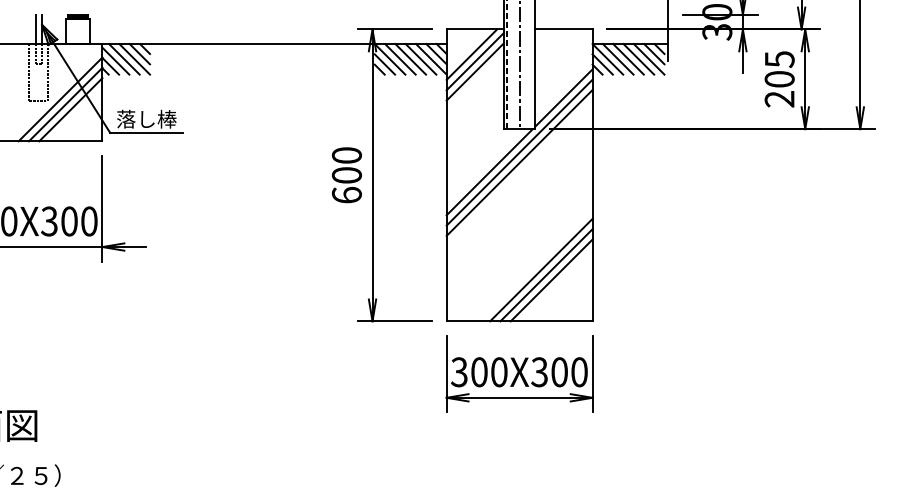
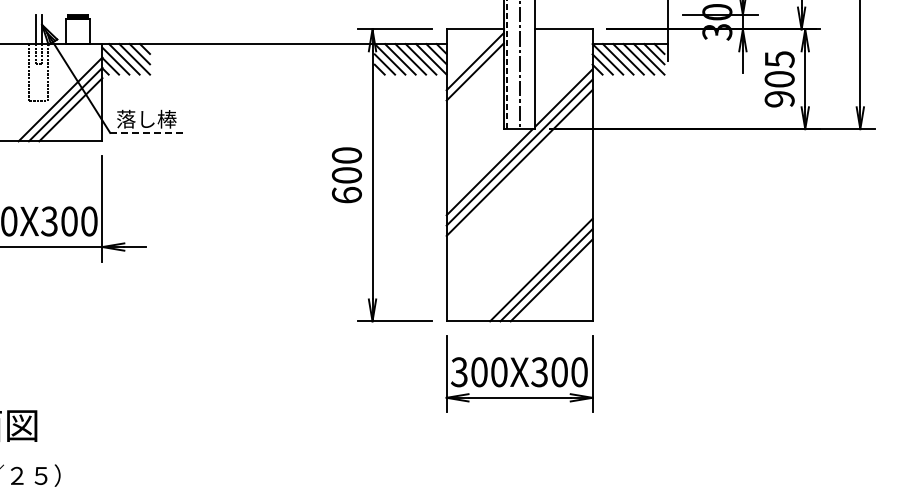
line at (471, 54): present -> none
text at (779, 99): 205 -> 905
line at (146, 132): solid -> dashed
